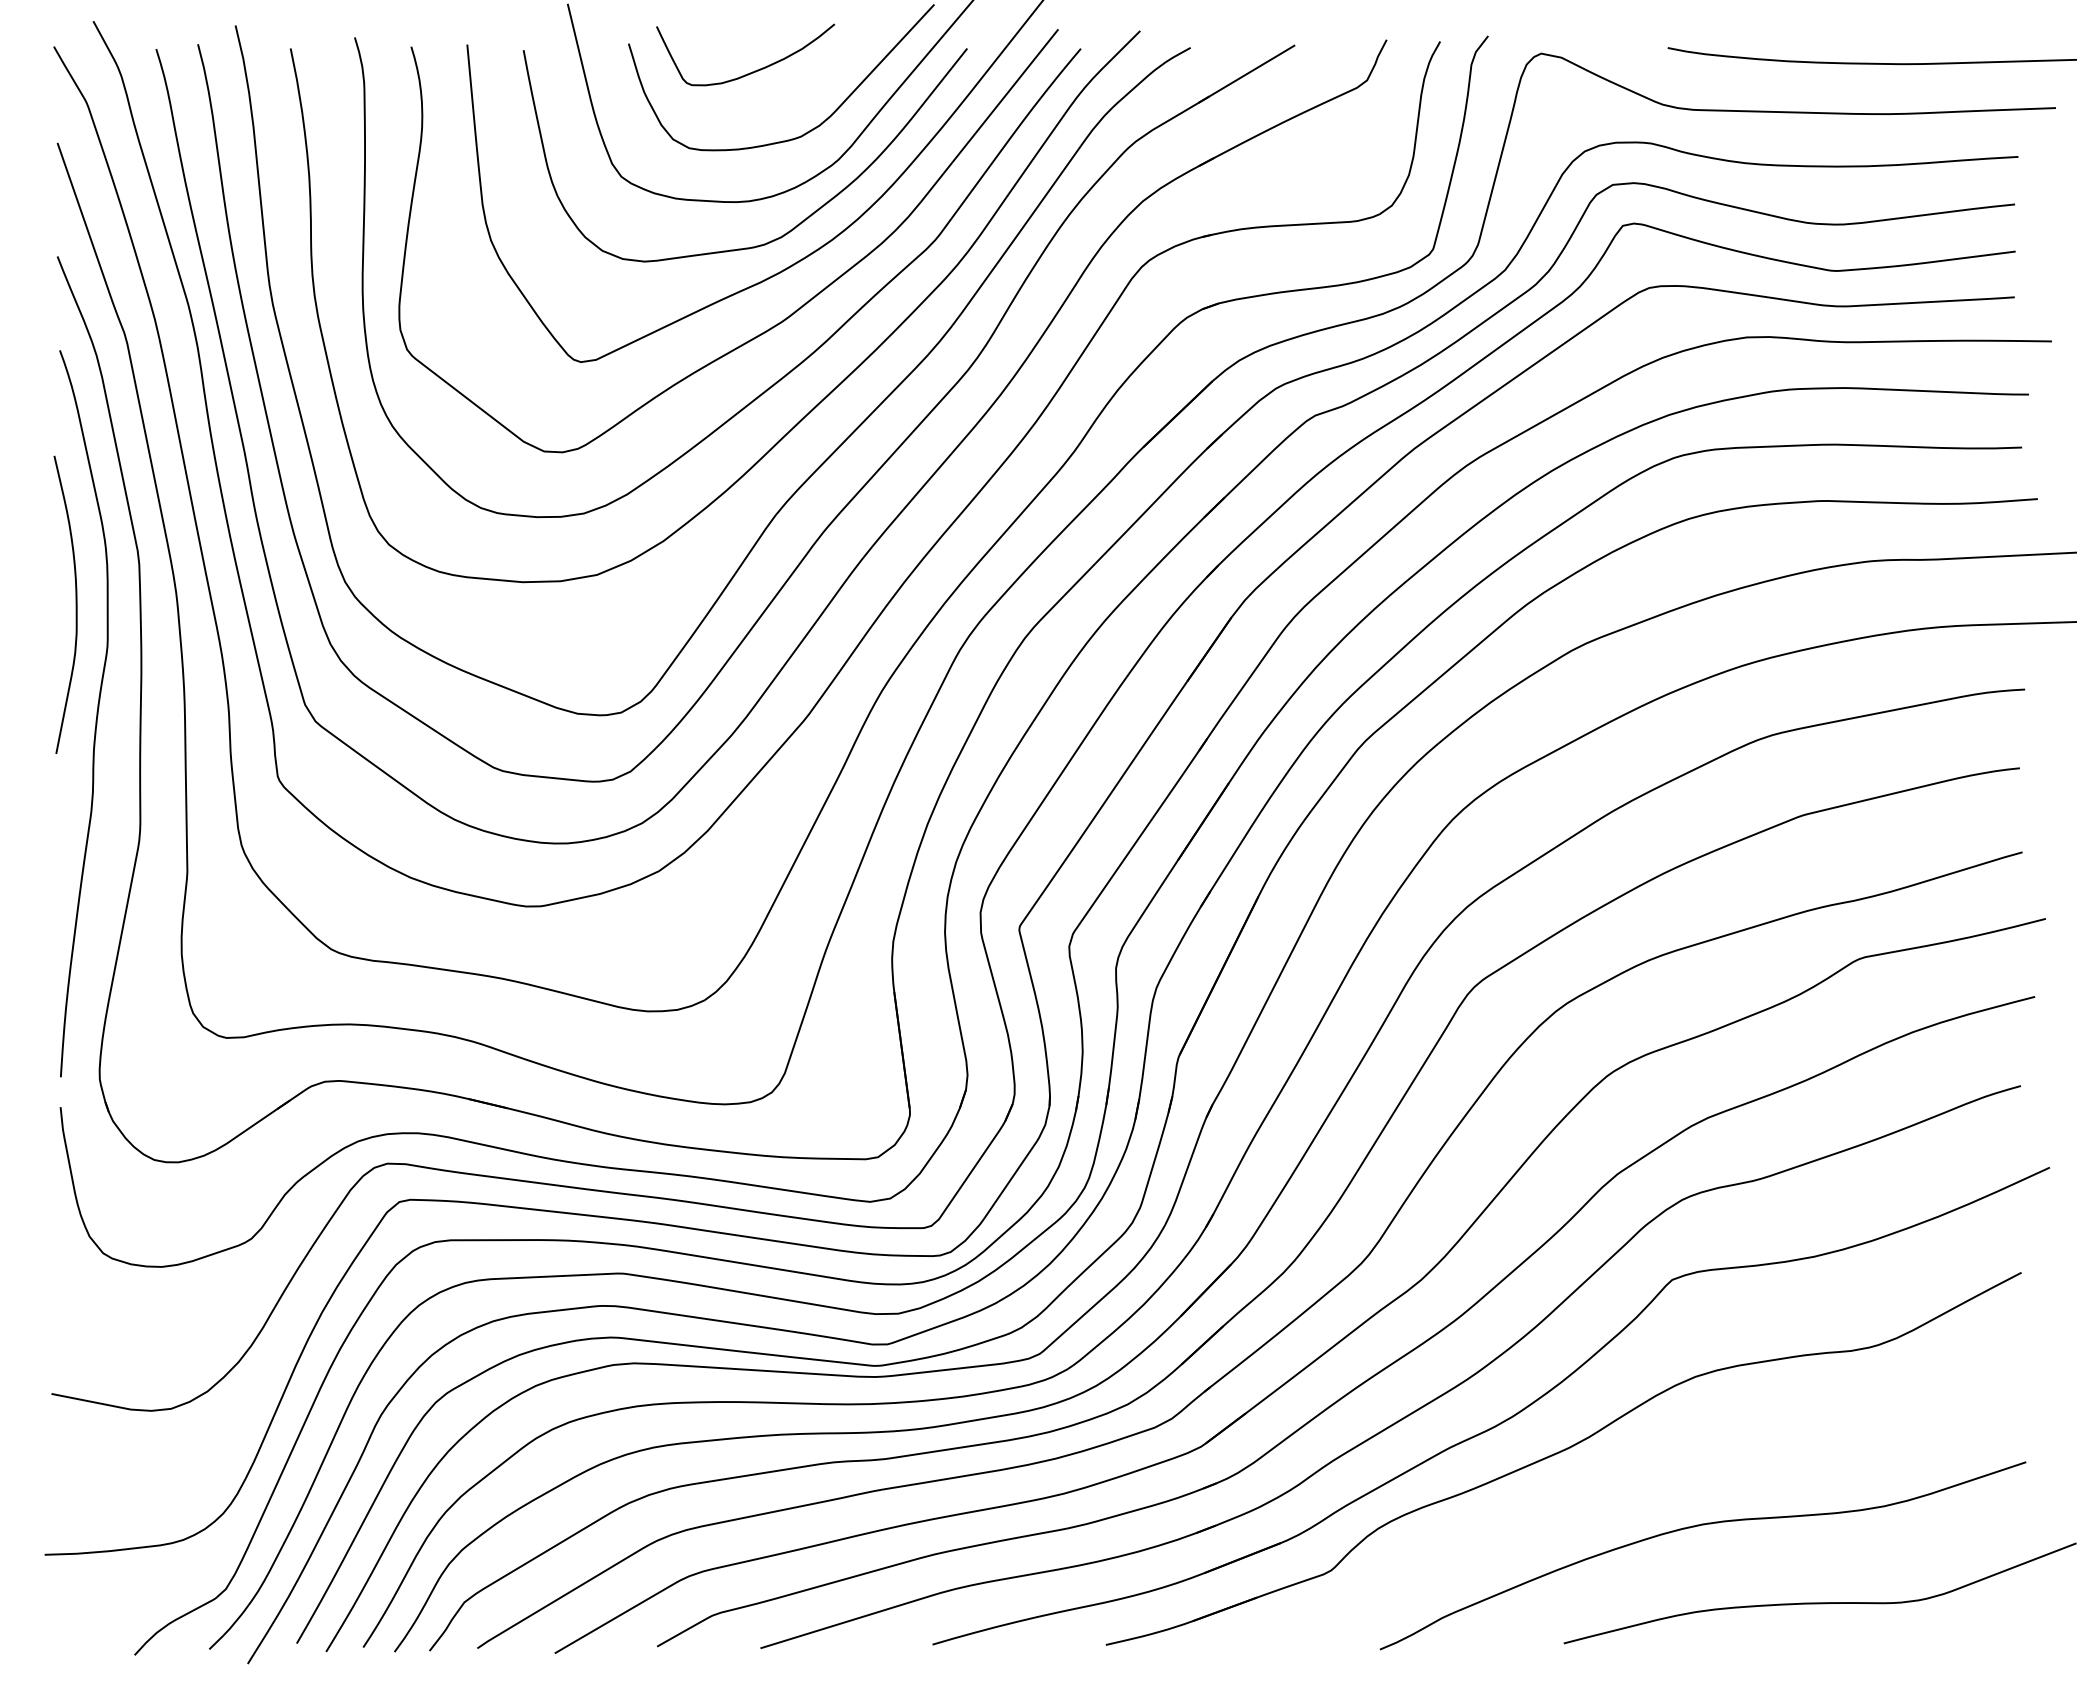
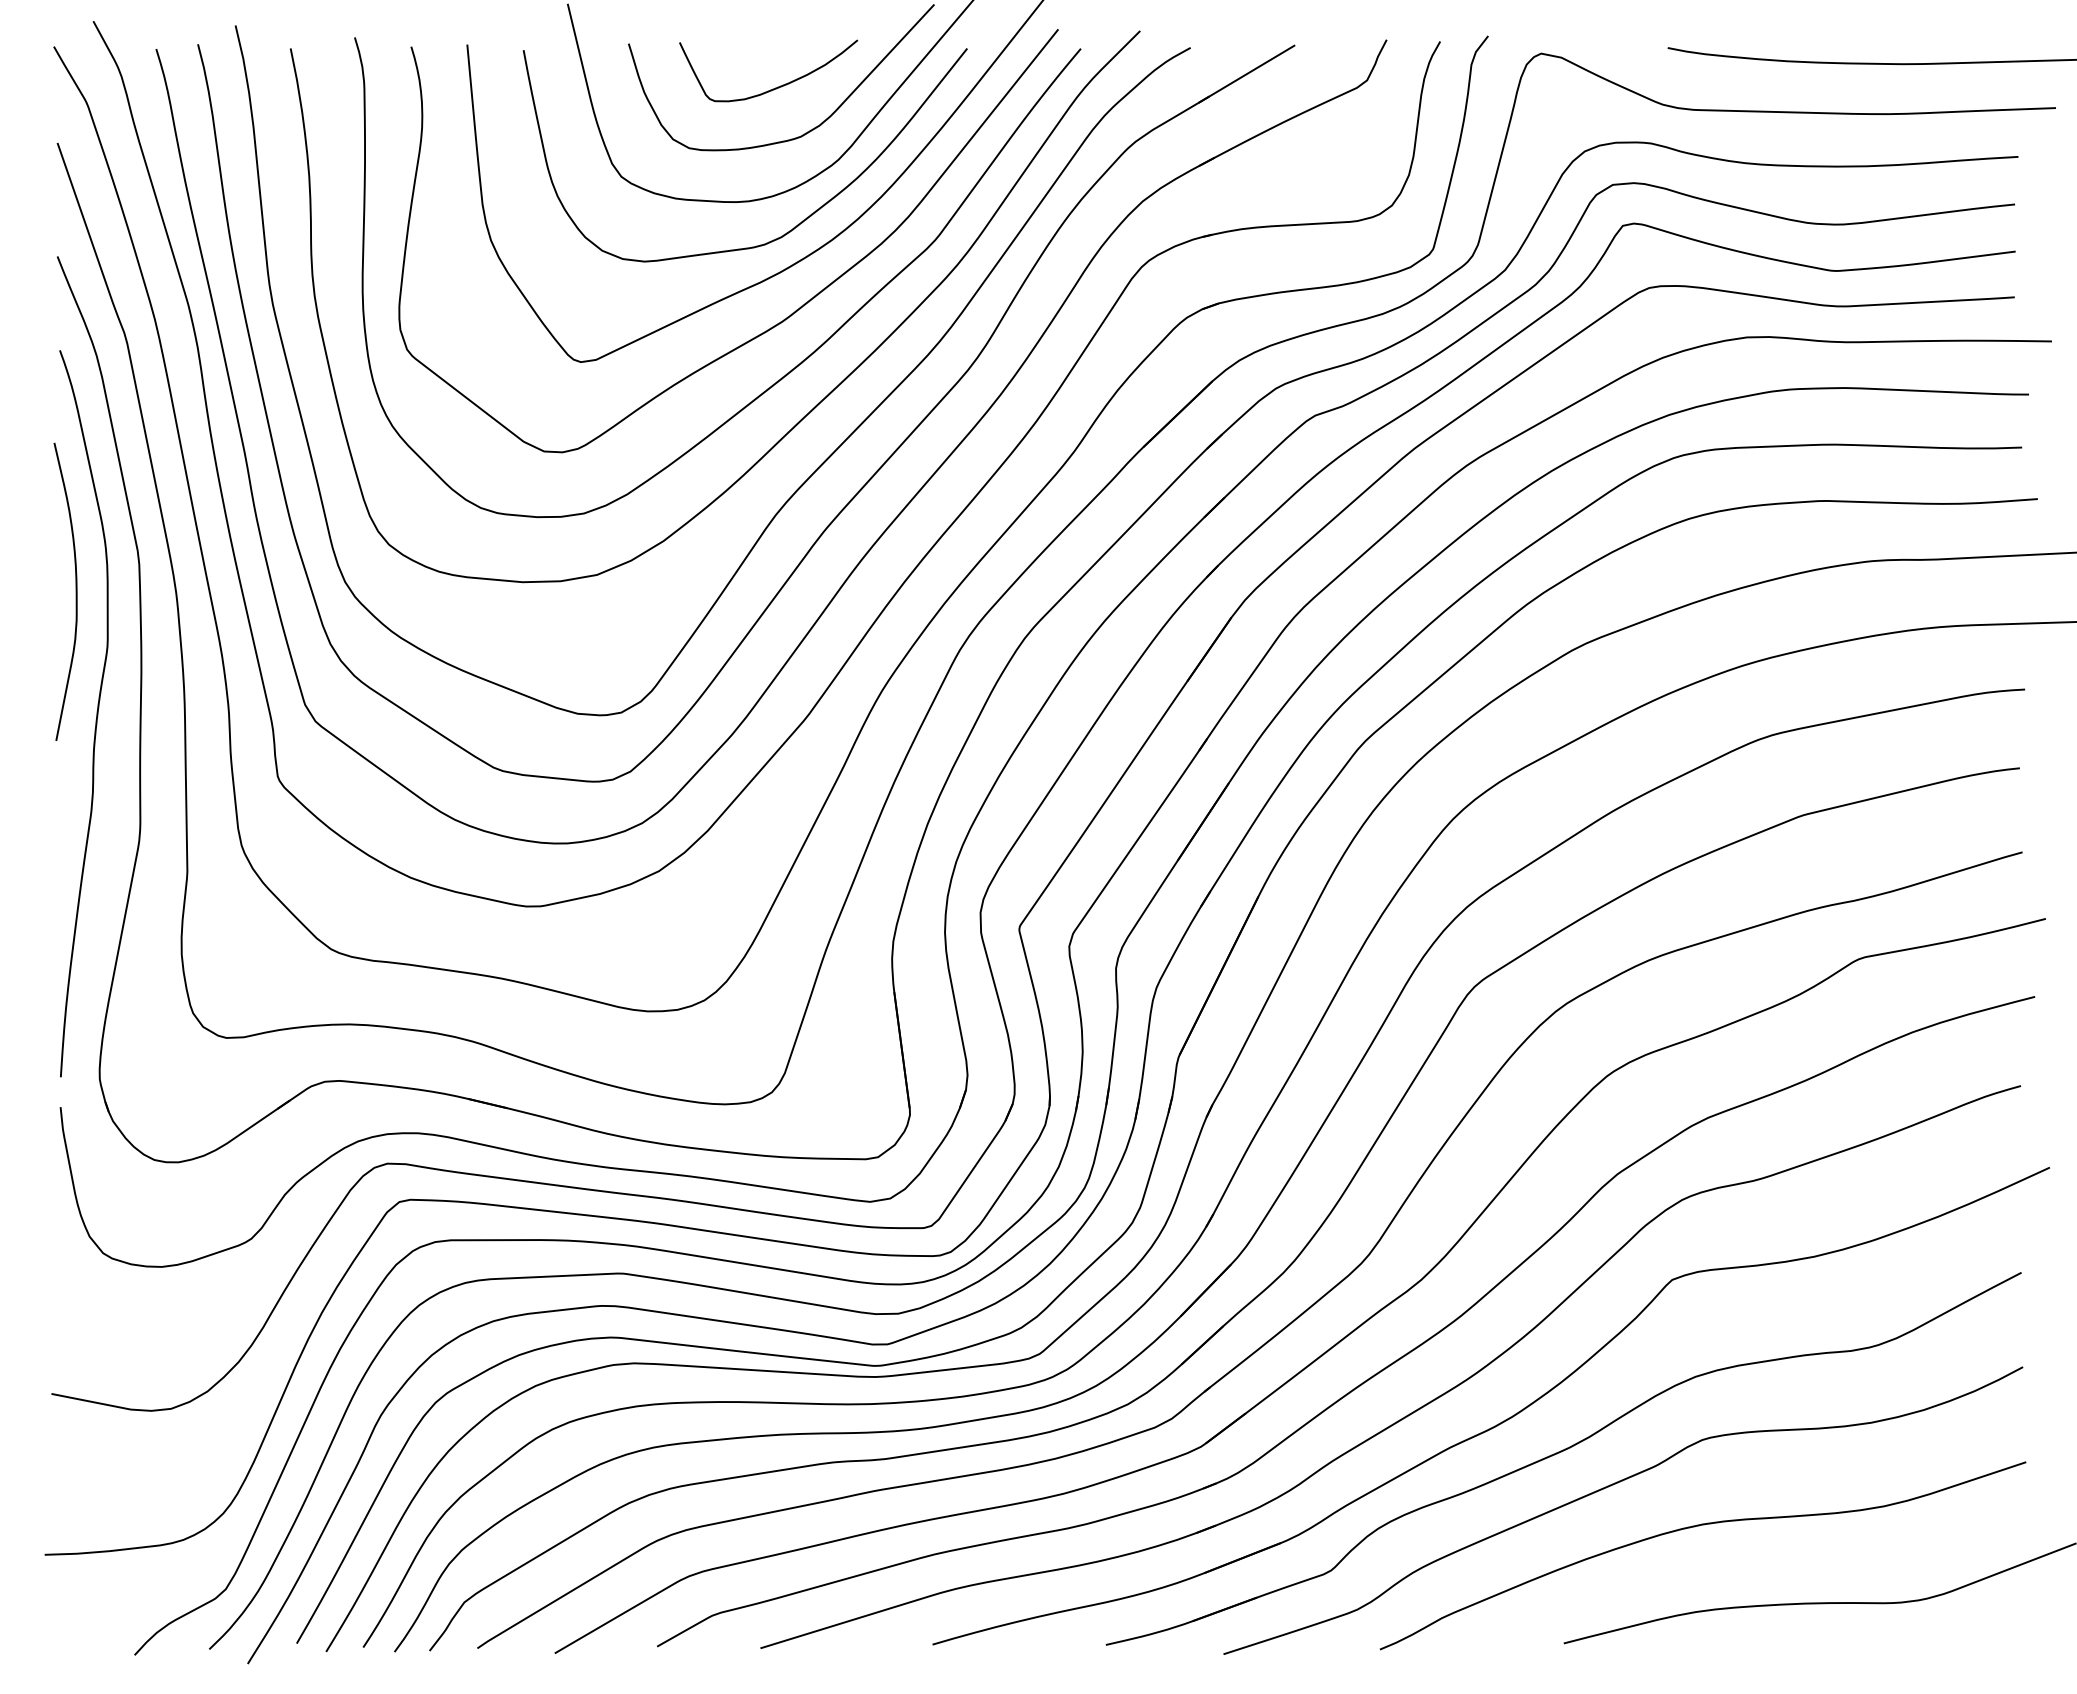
curve at (754, 70) position: (754, 70) -> (777, 86)
curve at (75, 604) position: (75, 604) -> (75, 591)
curve at (1611, 1486): none -> present
